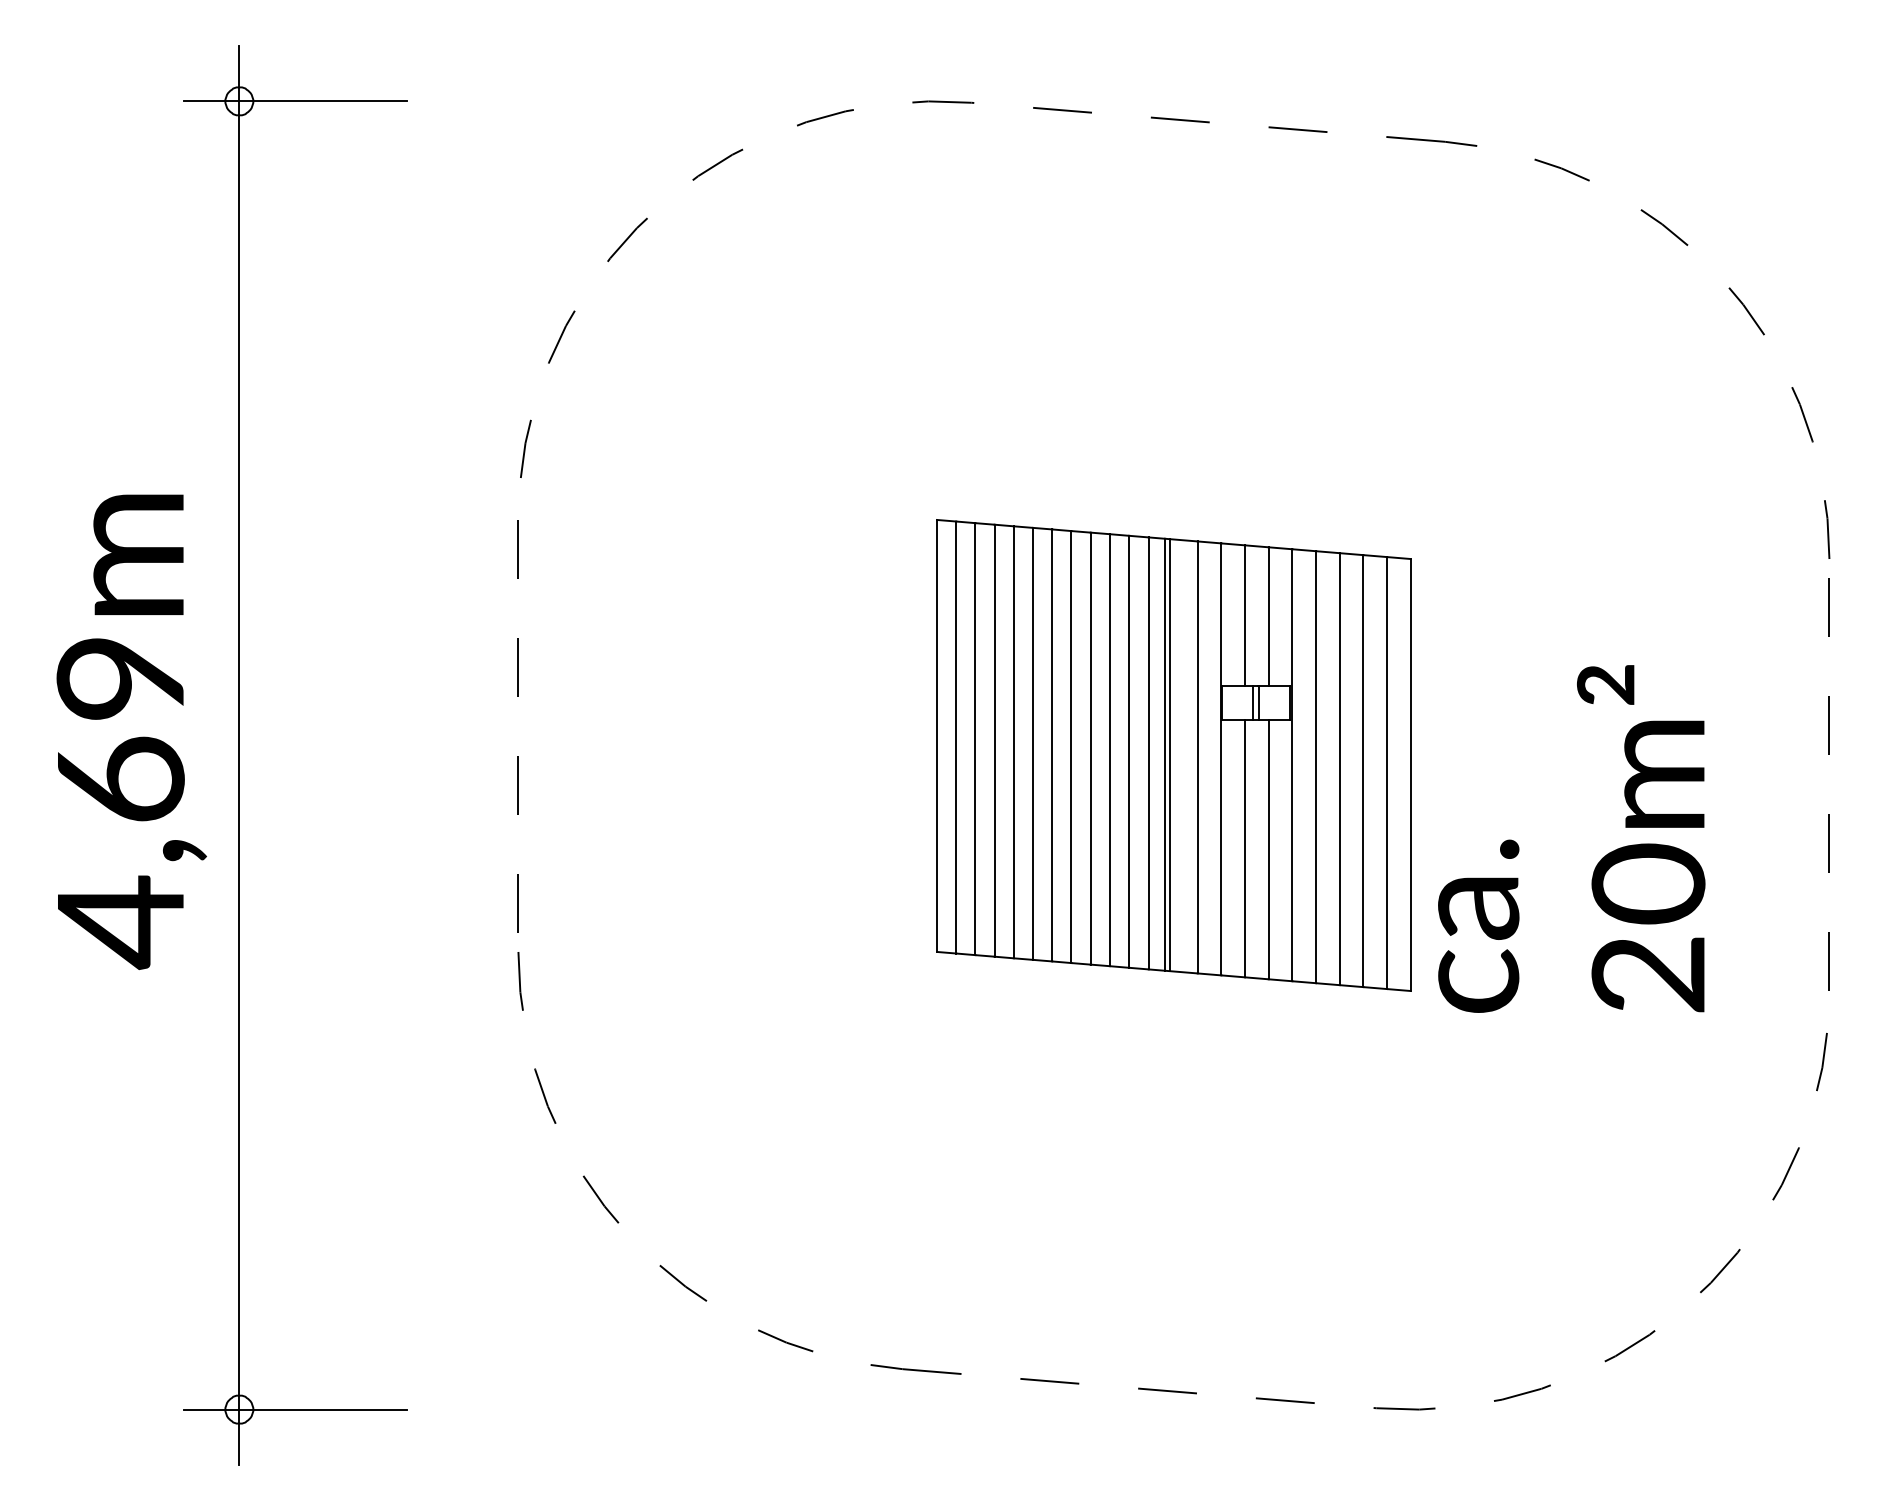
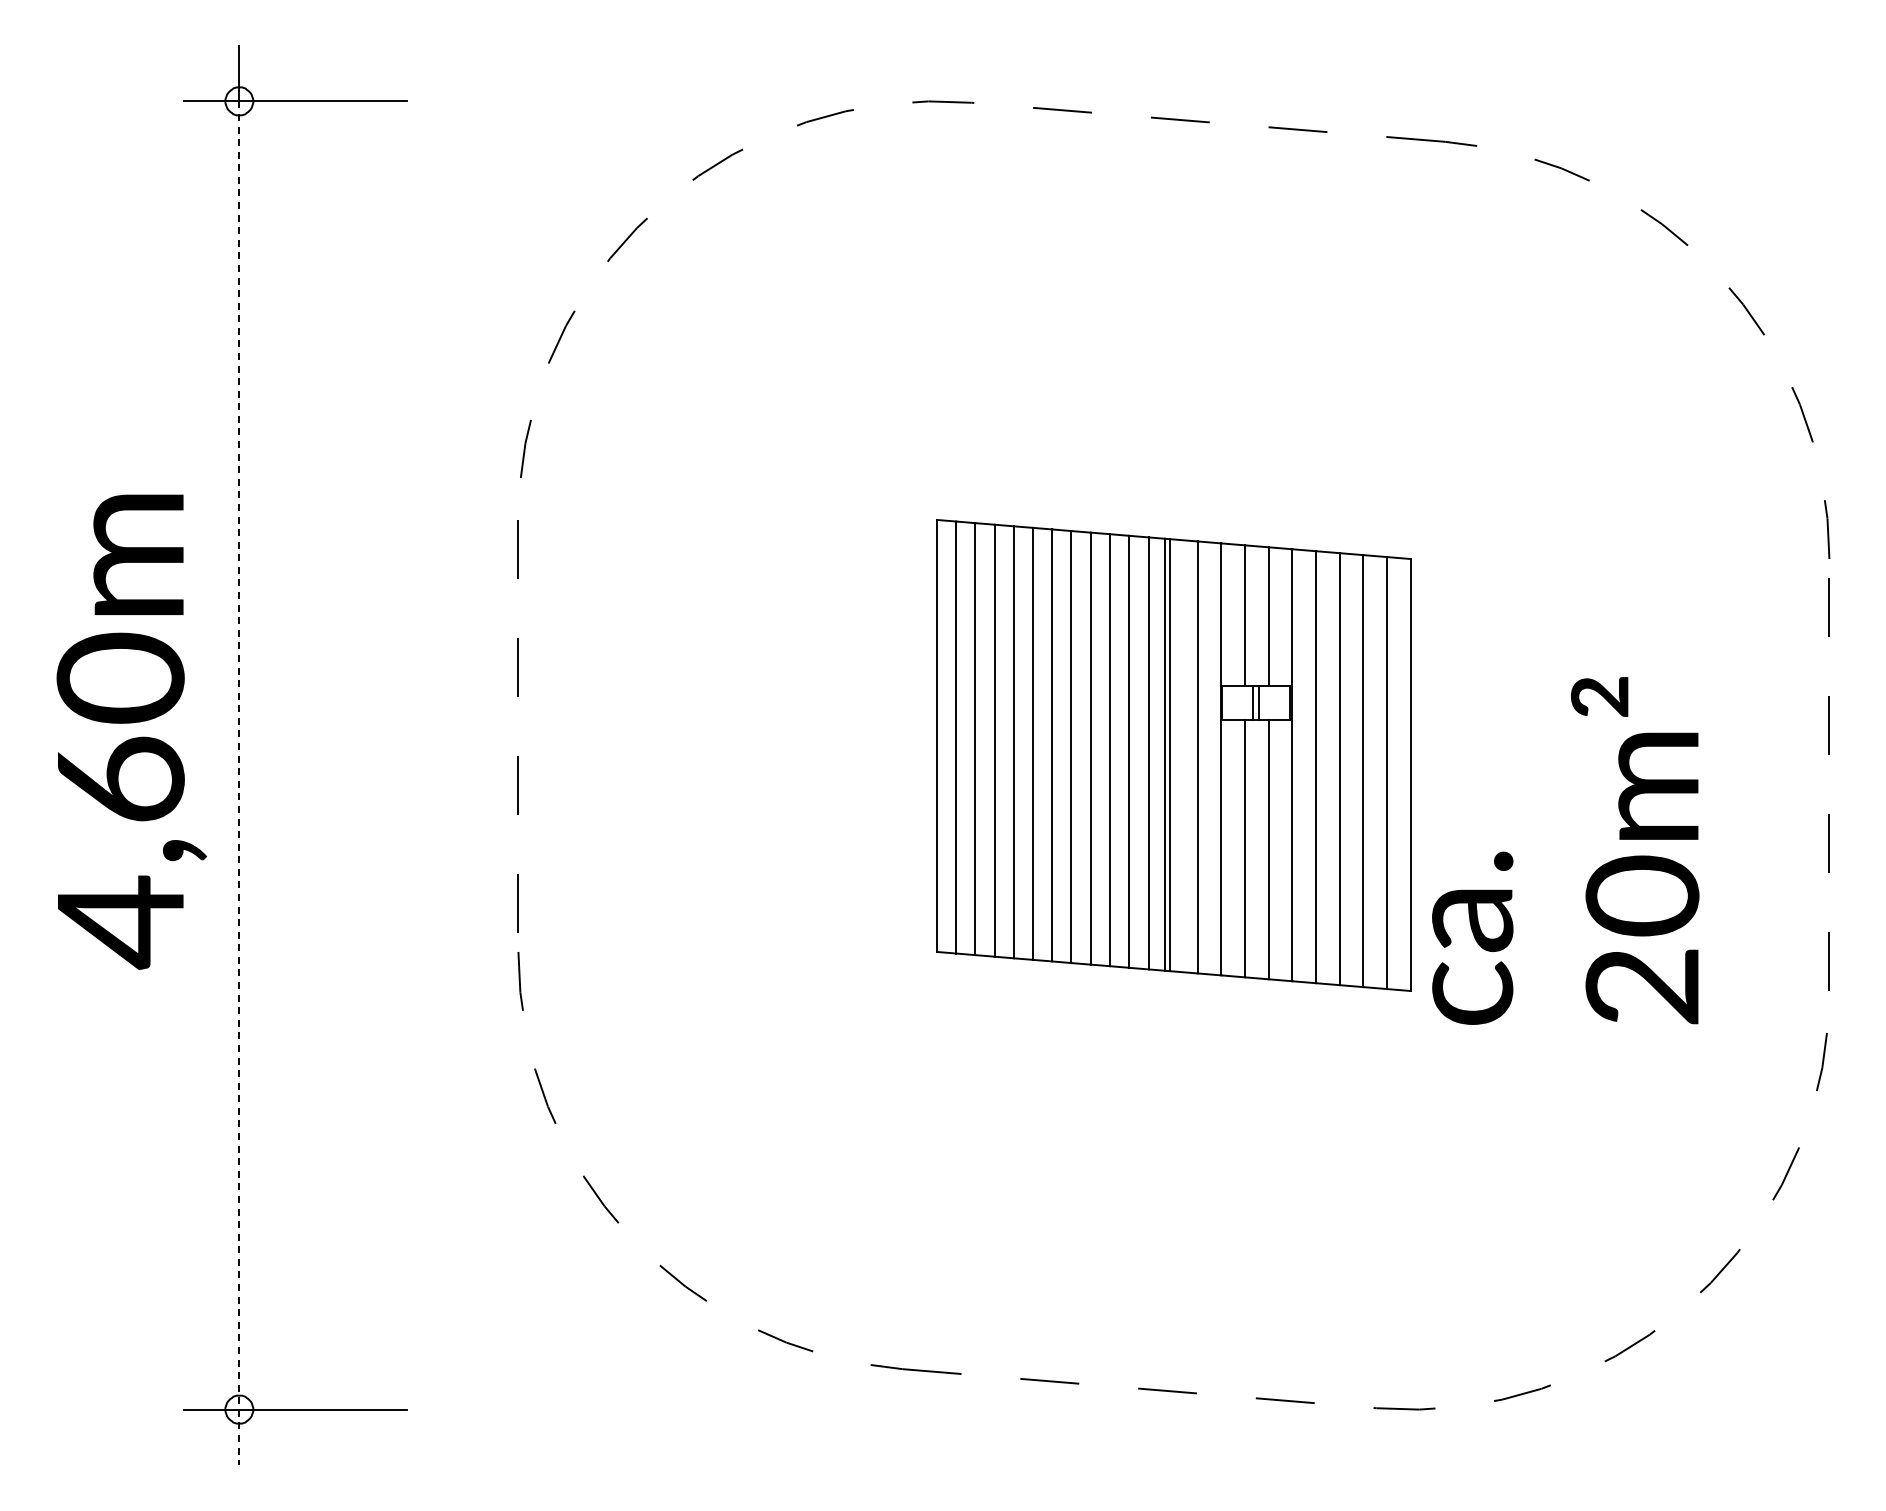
text at (121, 677): 4,69m -> 4,60m
line at (239, 783): solid -> dashed
text at (1571, 838) position: (1571, 838) -> (1565, 850)
